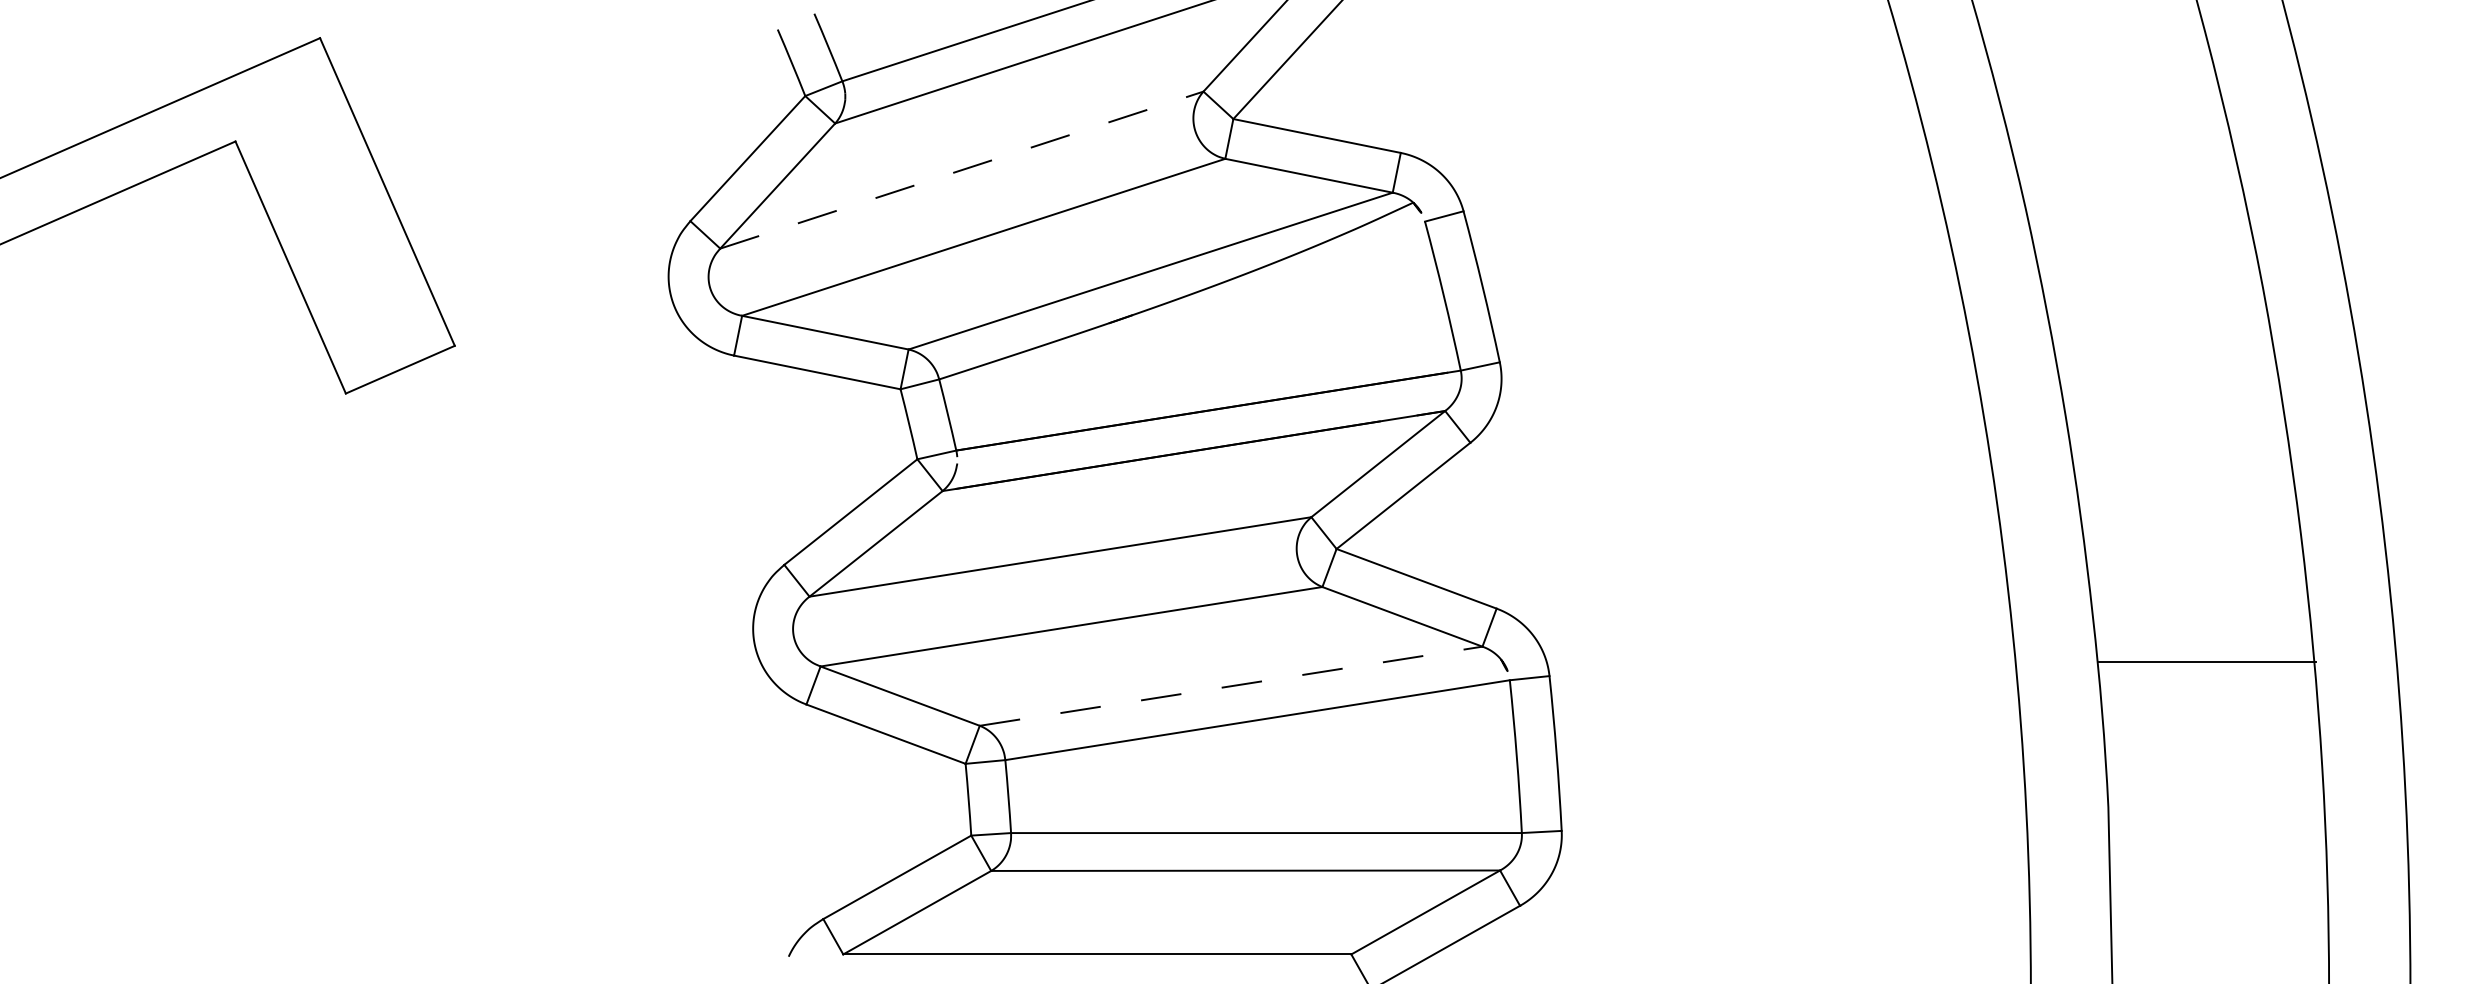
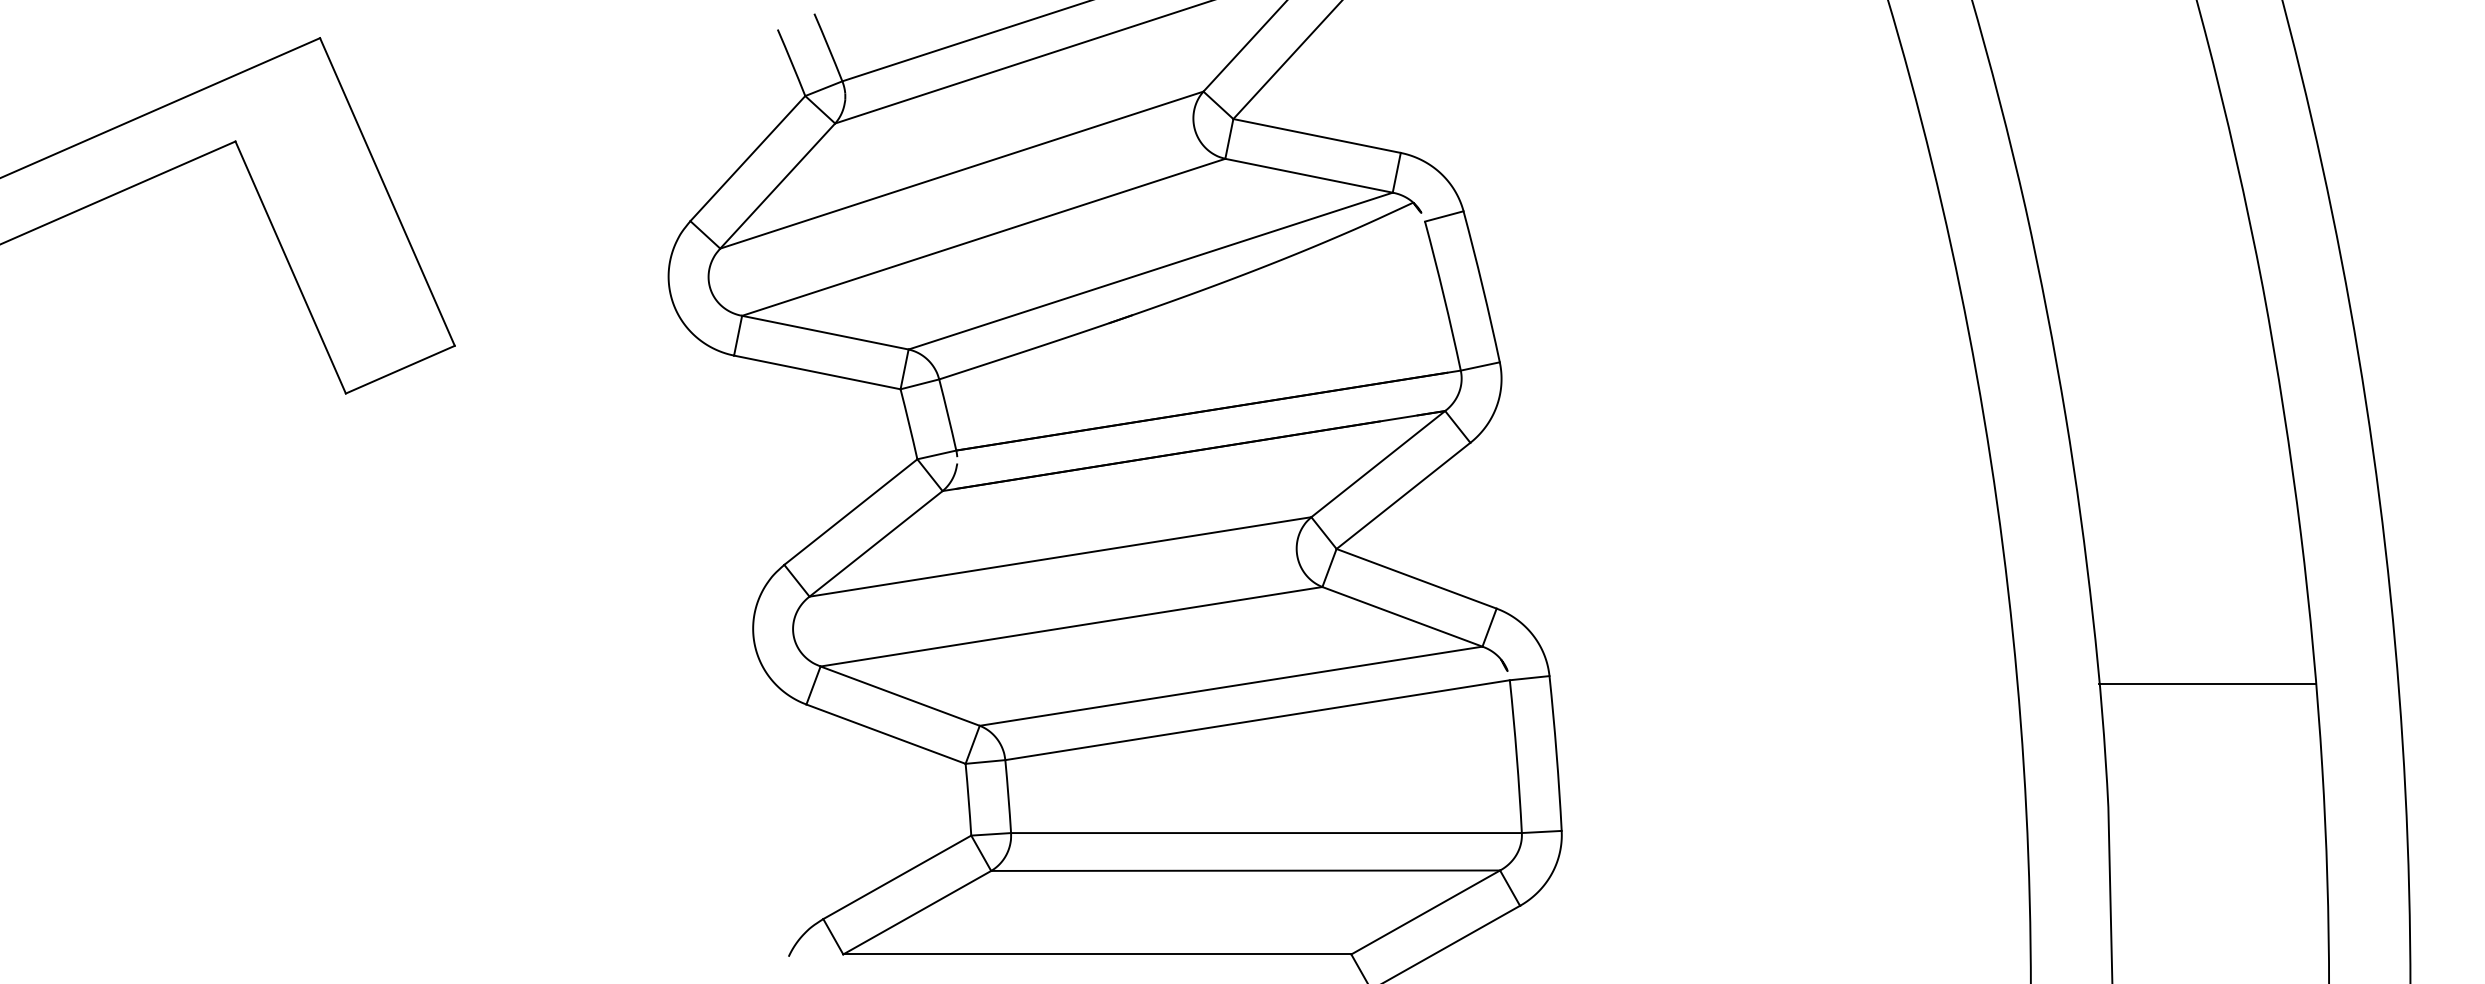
line at (962, 169): dashed -> solid
line at (2207, 661) position: (2207, 661) -> (2207, 683)
line at (1231, 686): dashed -> solid
